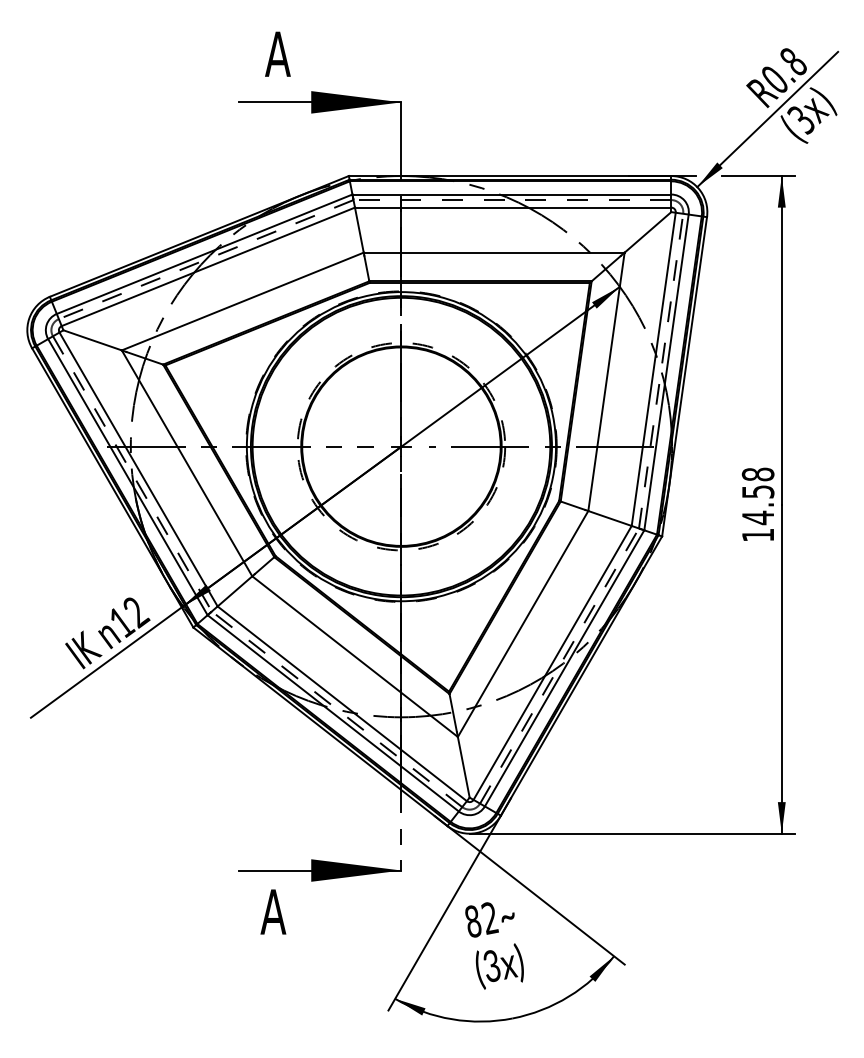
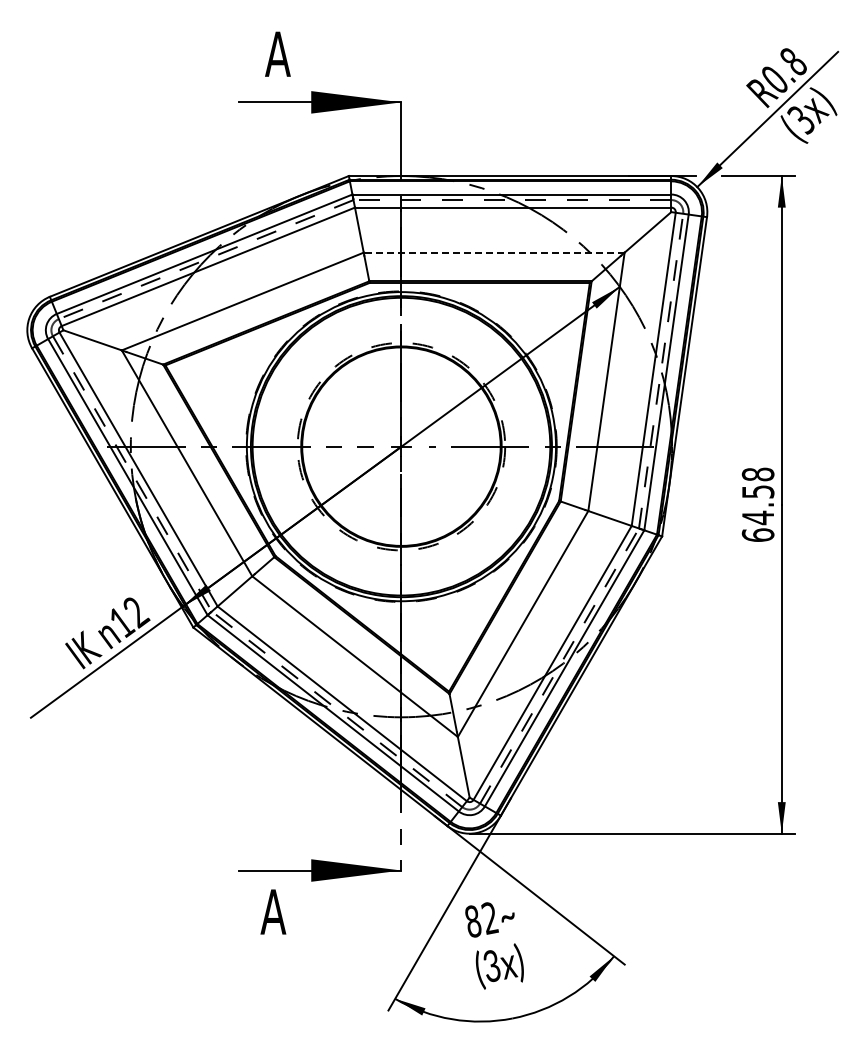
line at (493, 252): solid -> dashed
text at (757, 534): 14.58 -> 64.58
